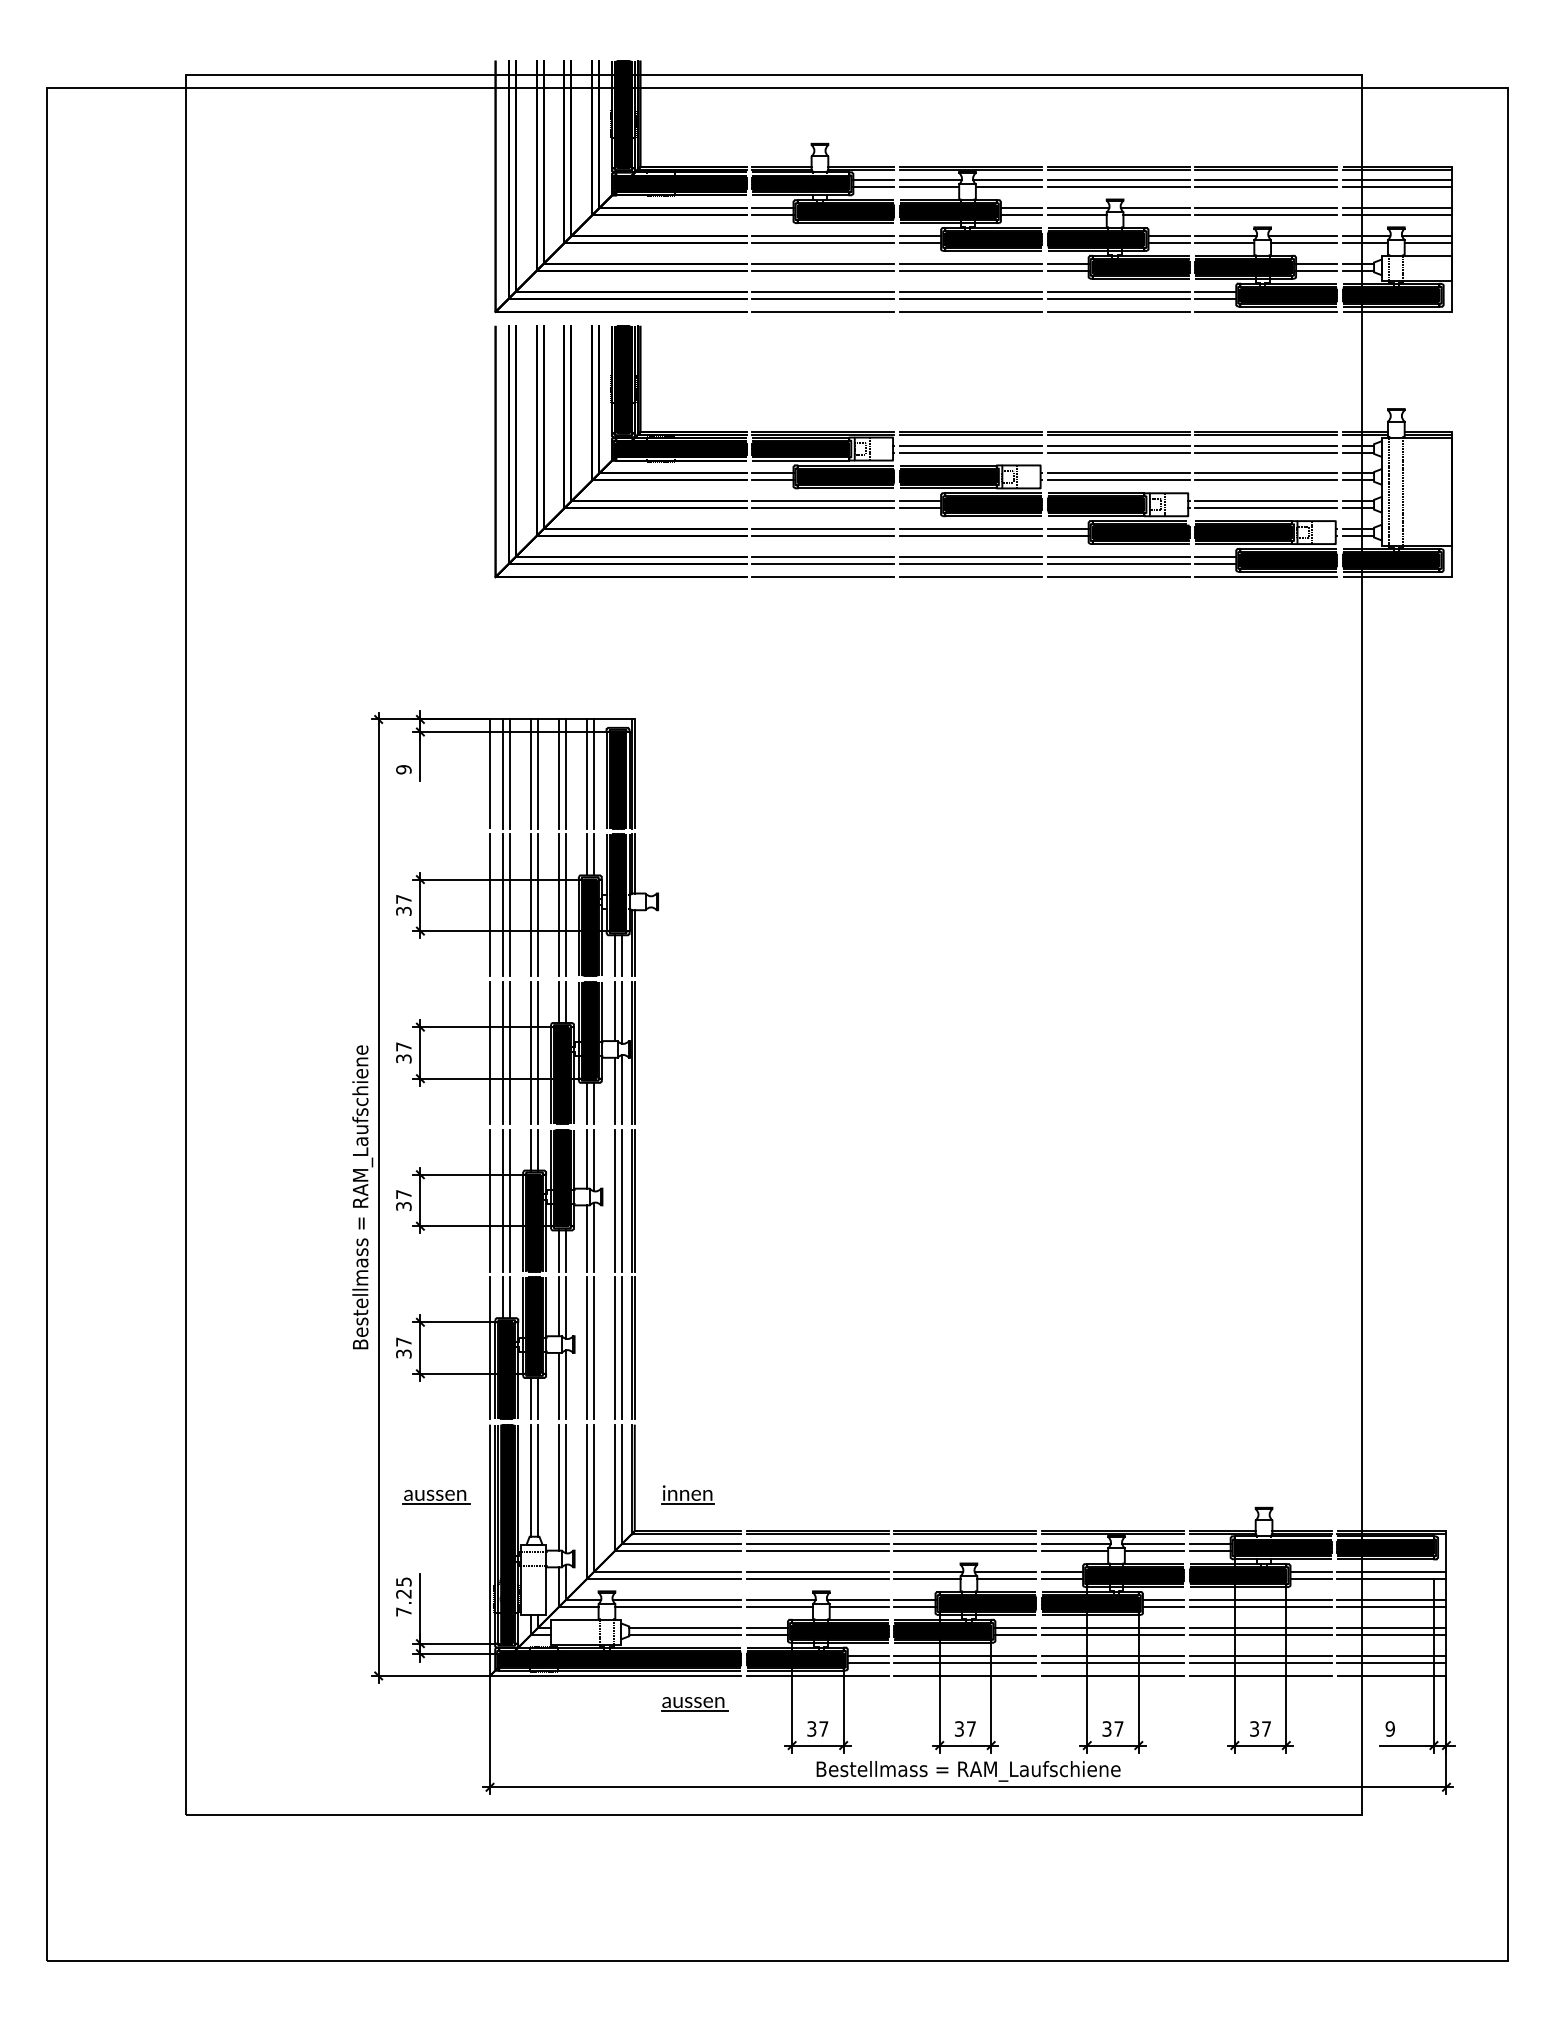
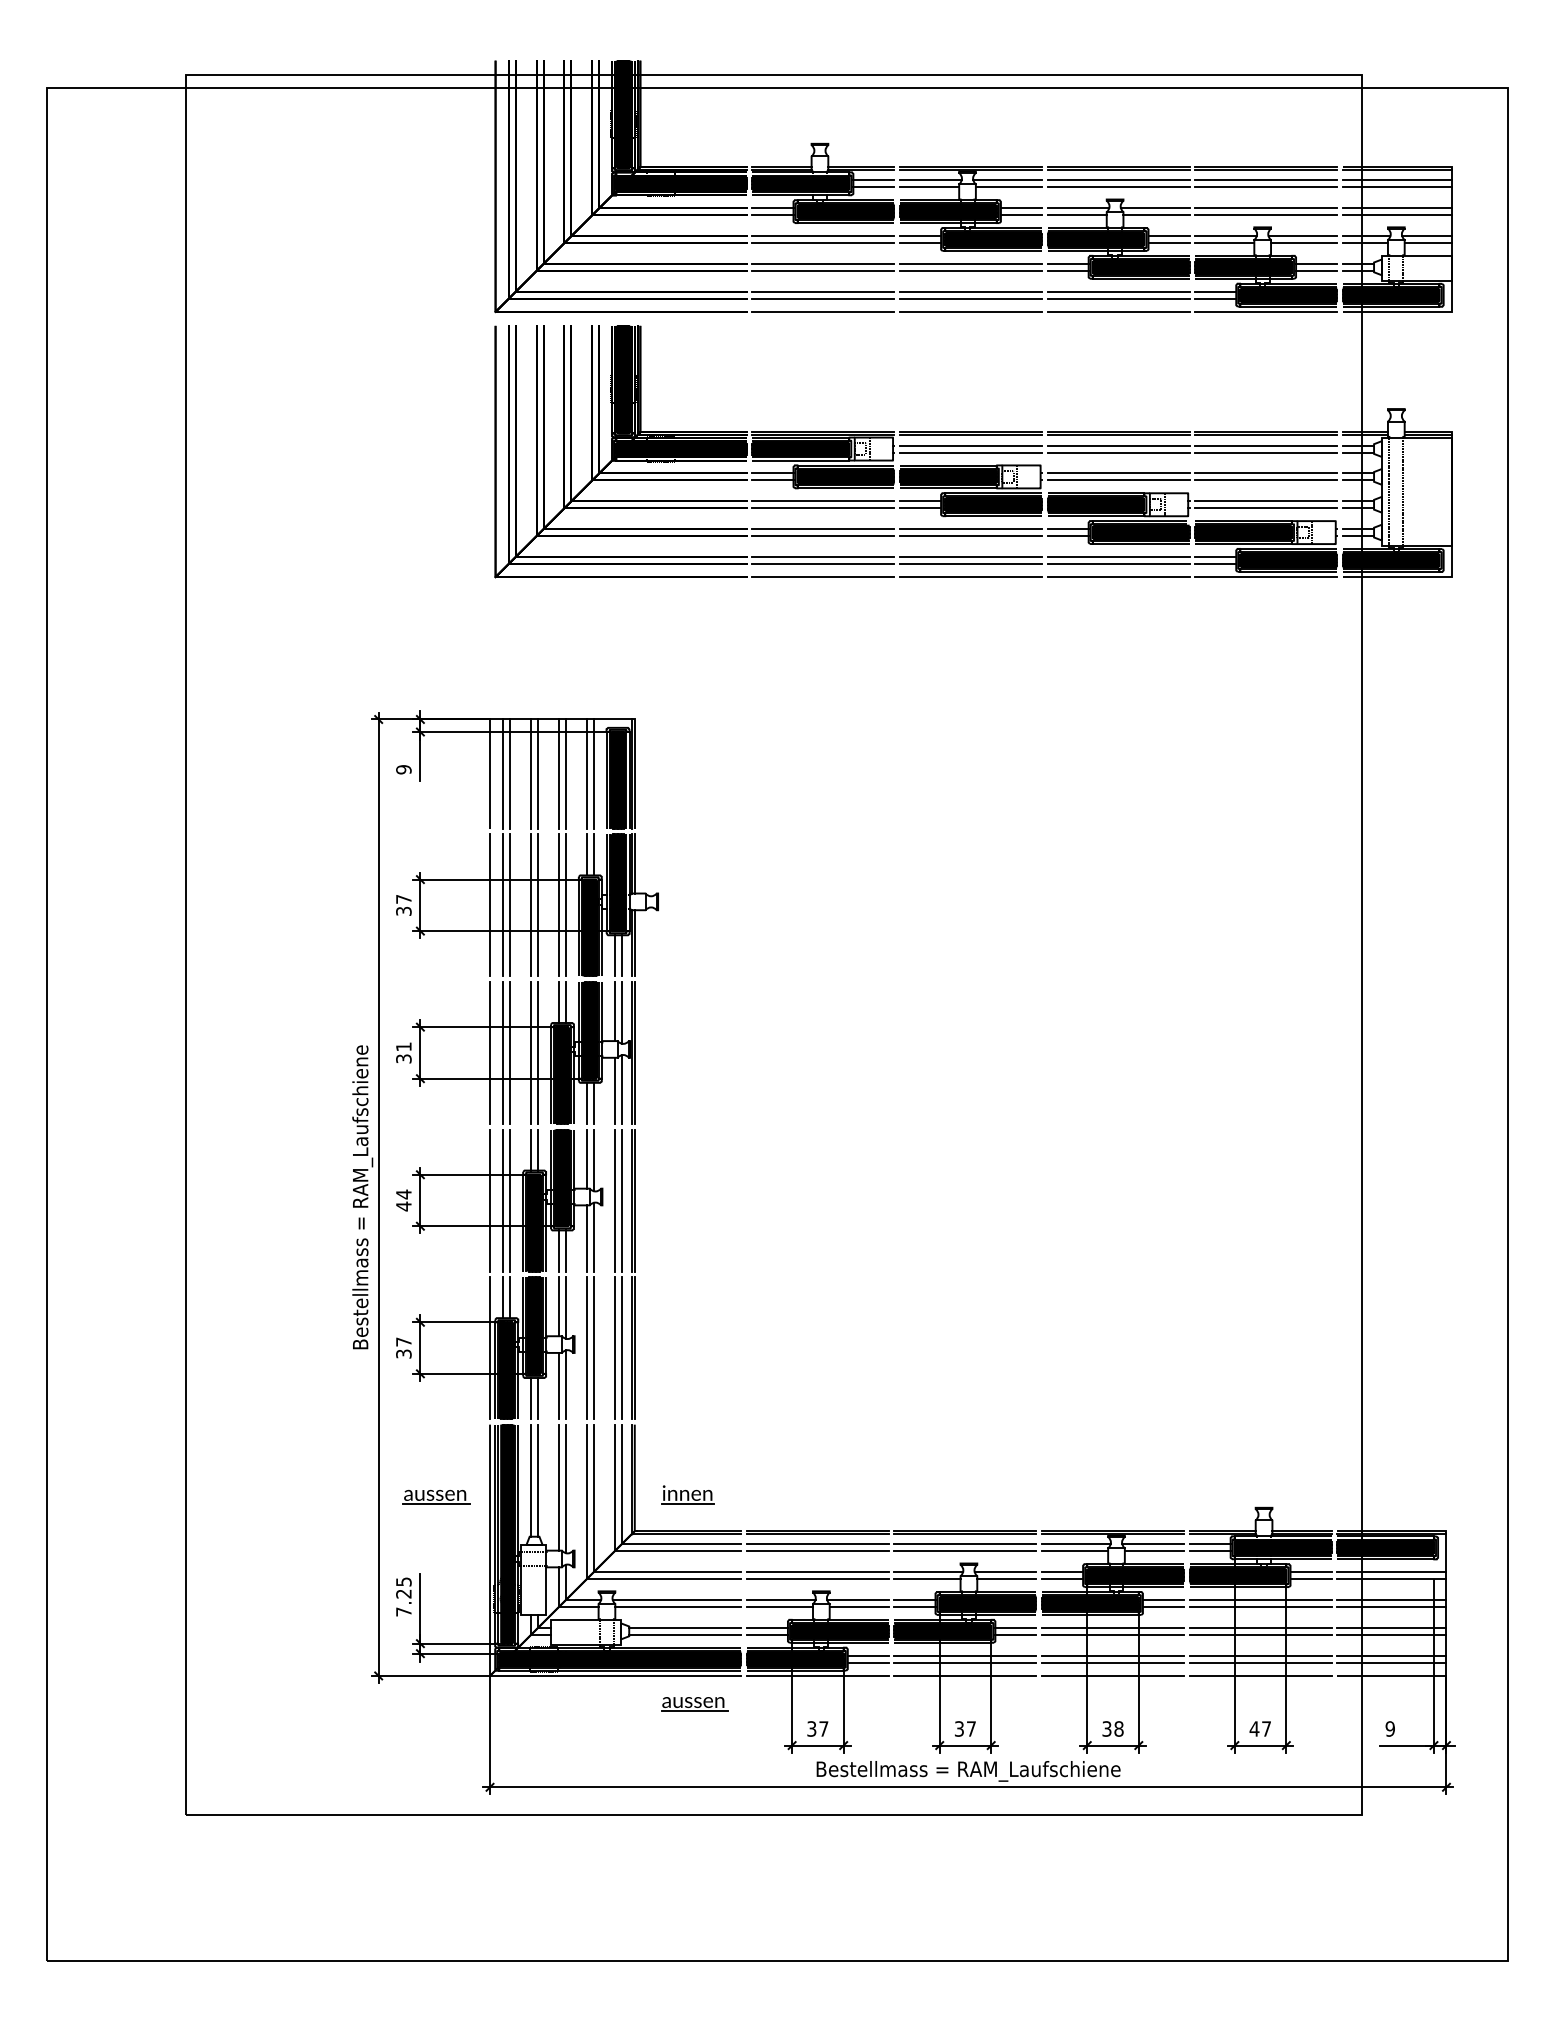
text at (403, 1046): 37 -> 31
text at (403, 1200): 37 -> 44
text at (1118, 1728): 37 -> 38
text at (1254, 1728): 37 -> 47
